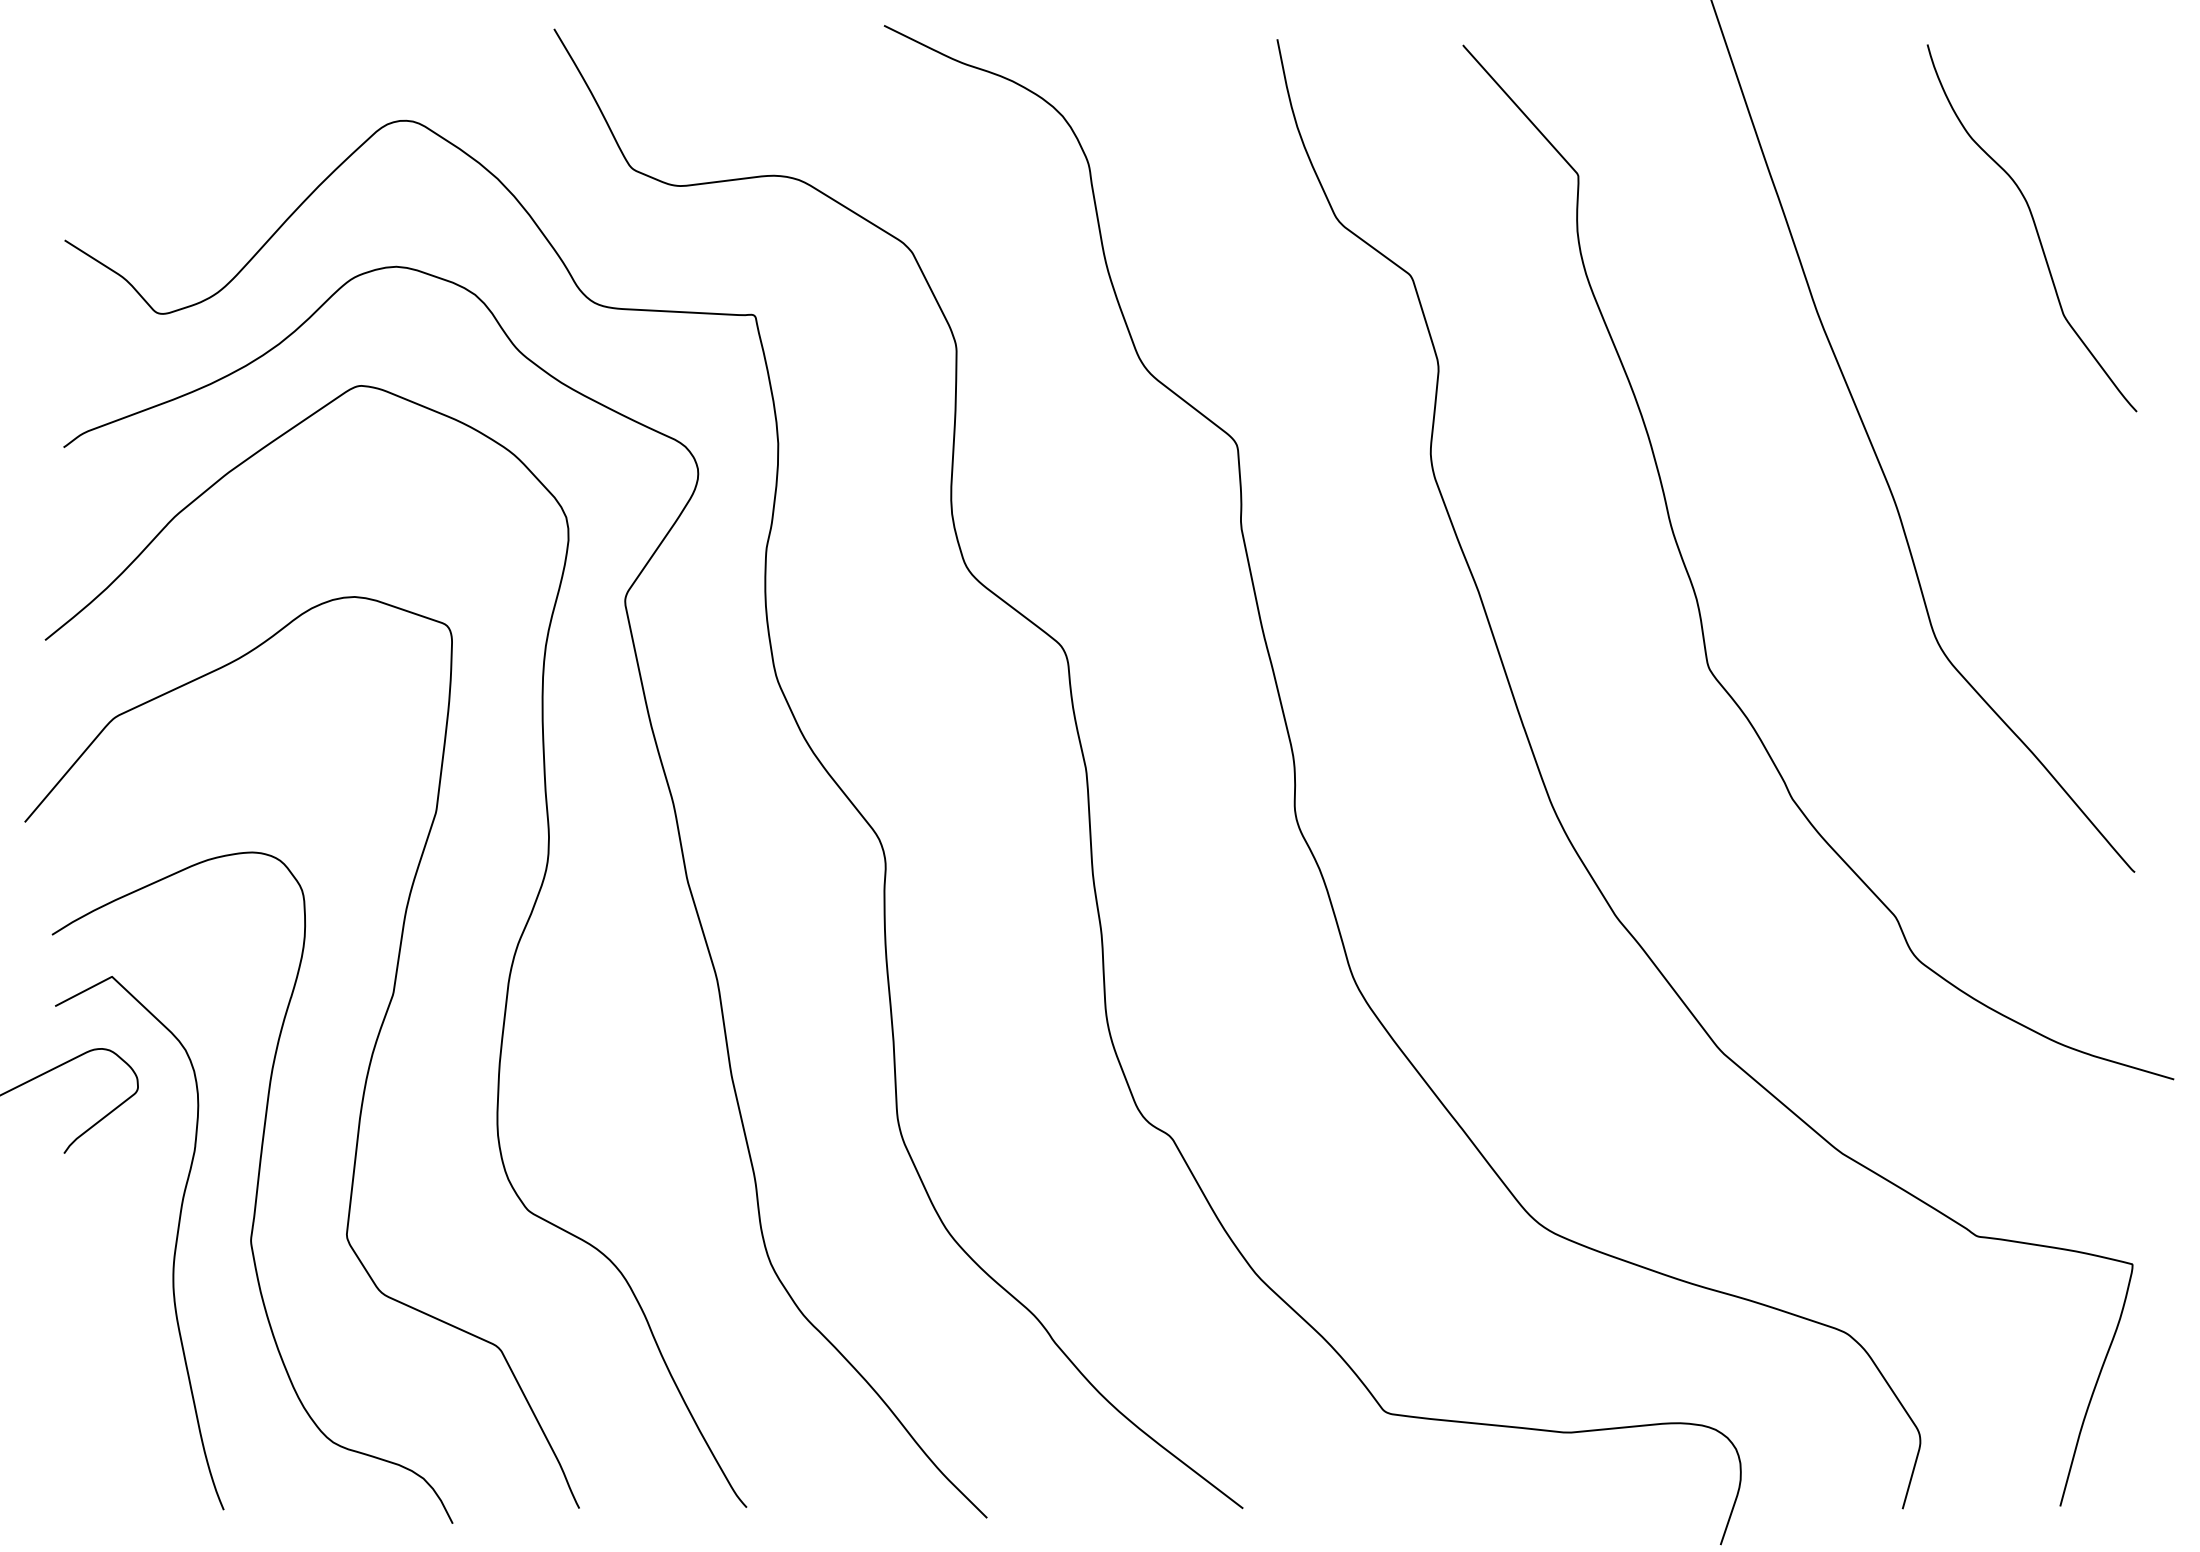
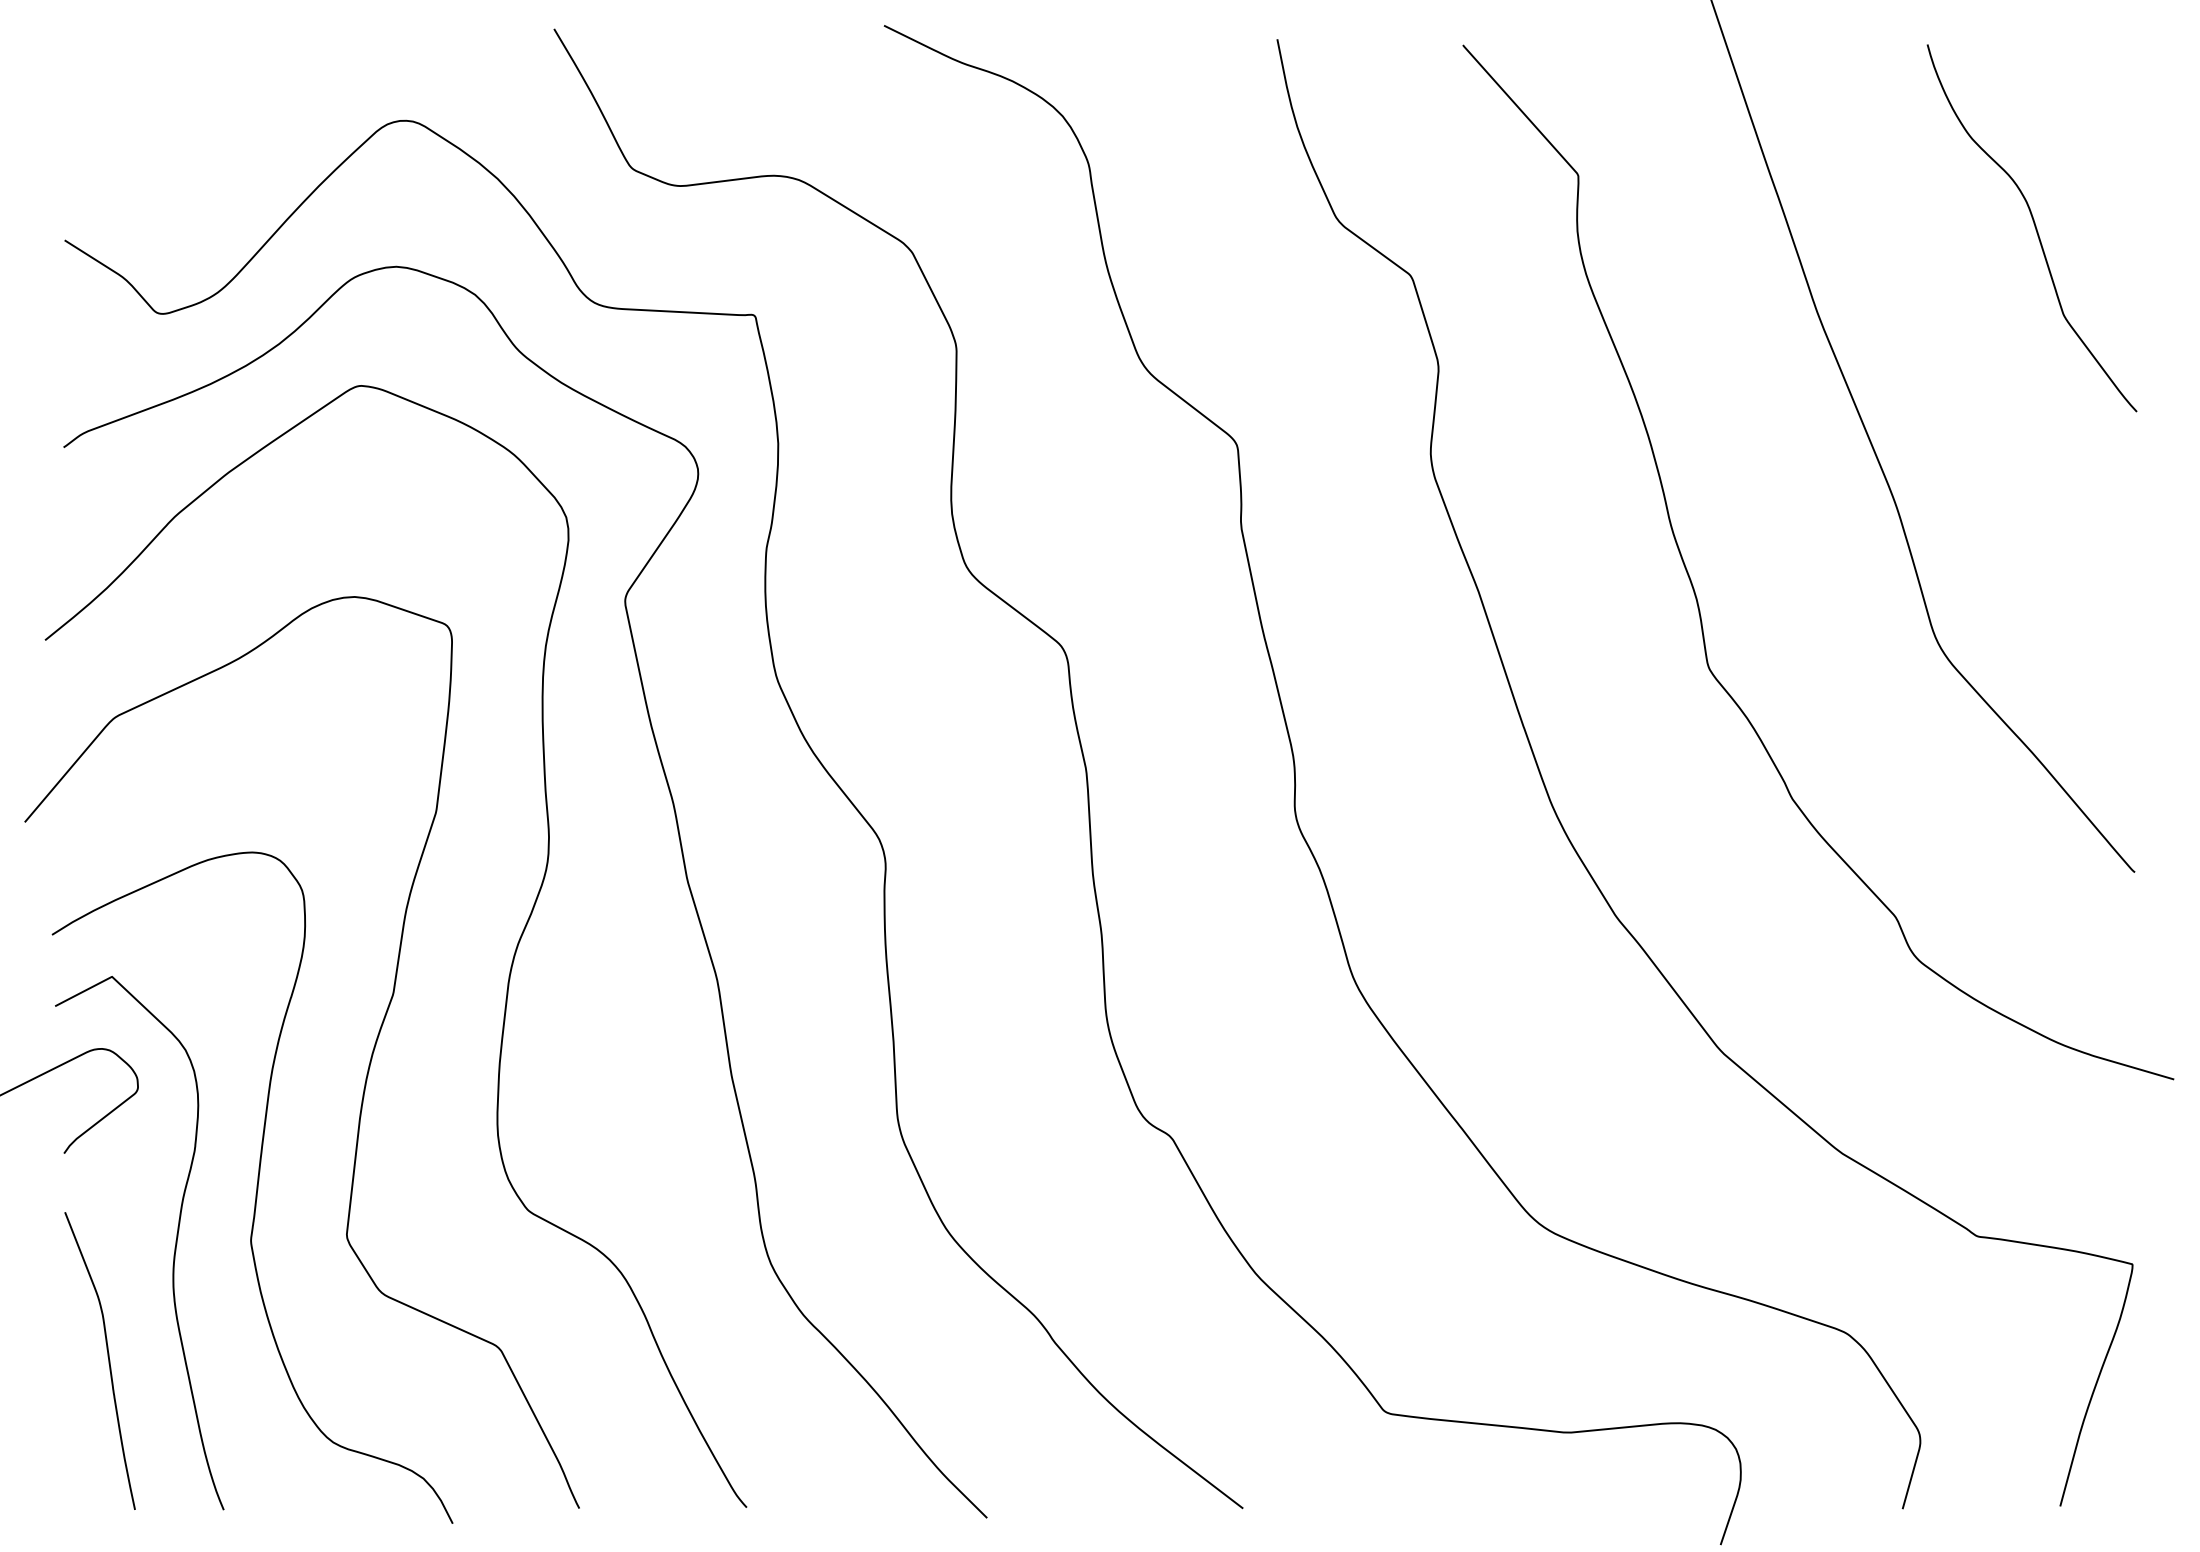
curve at (107, 1356): none -> present
